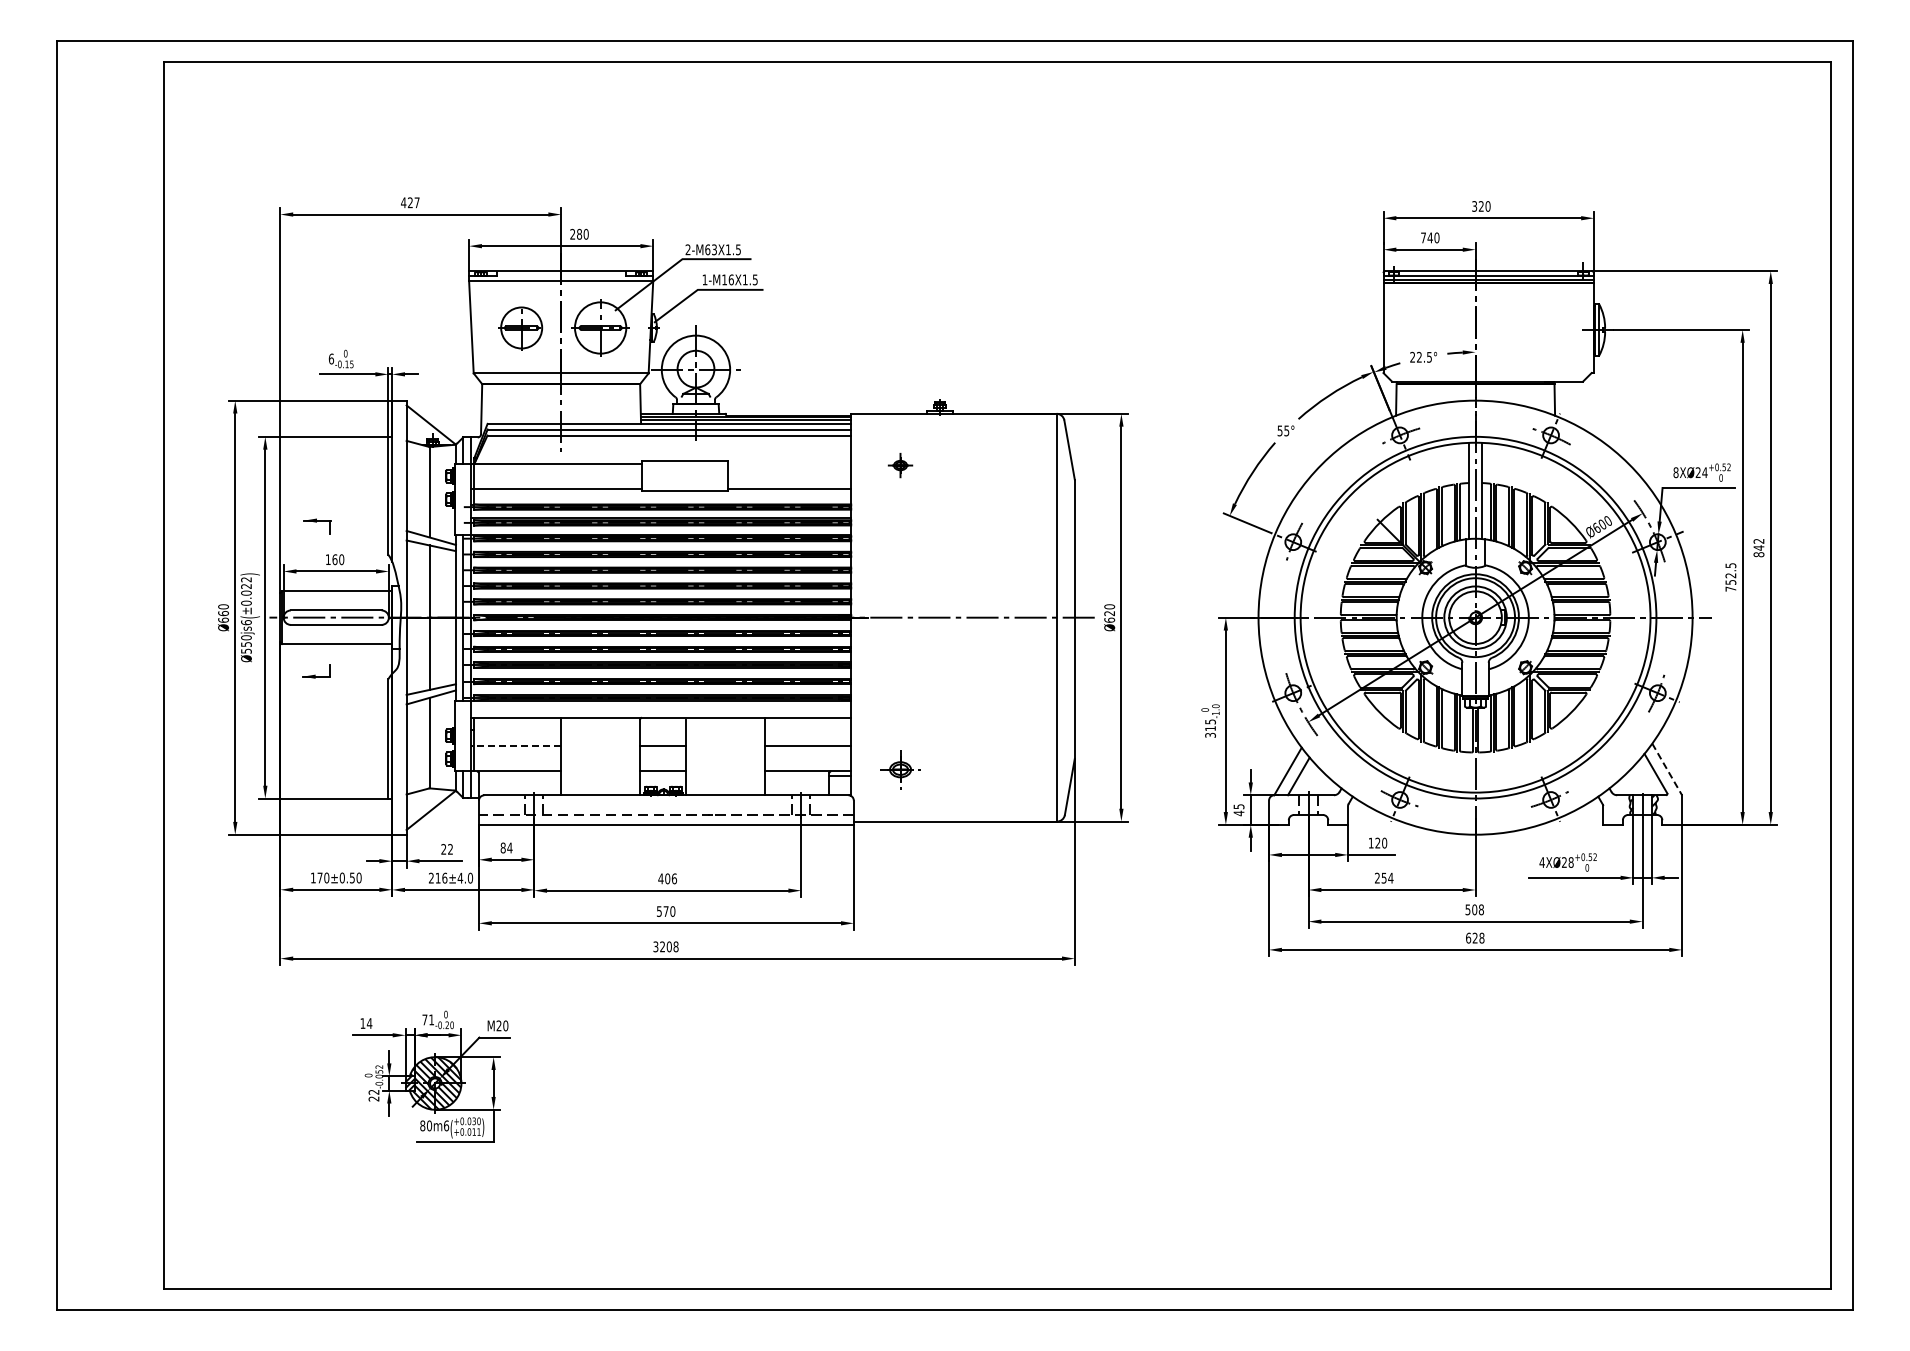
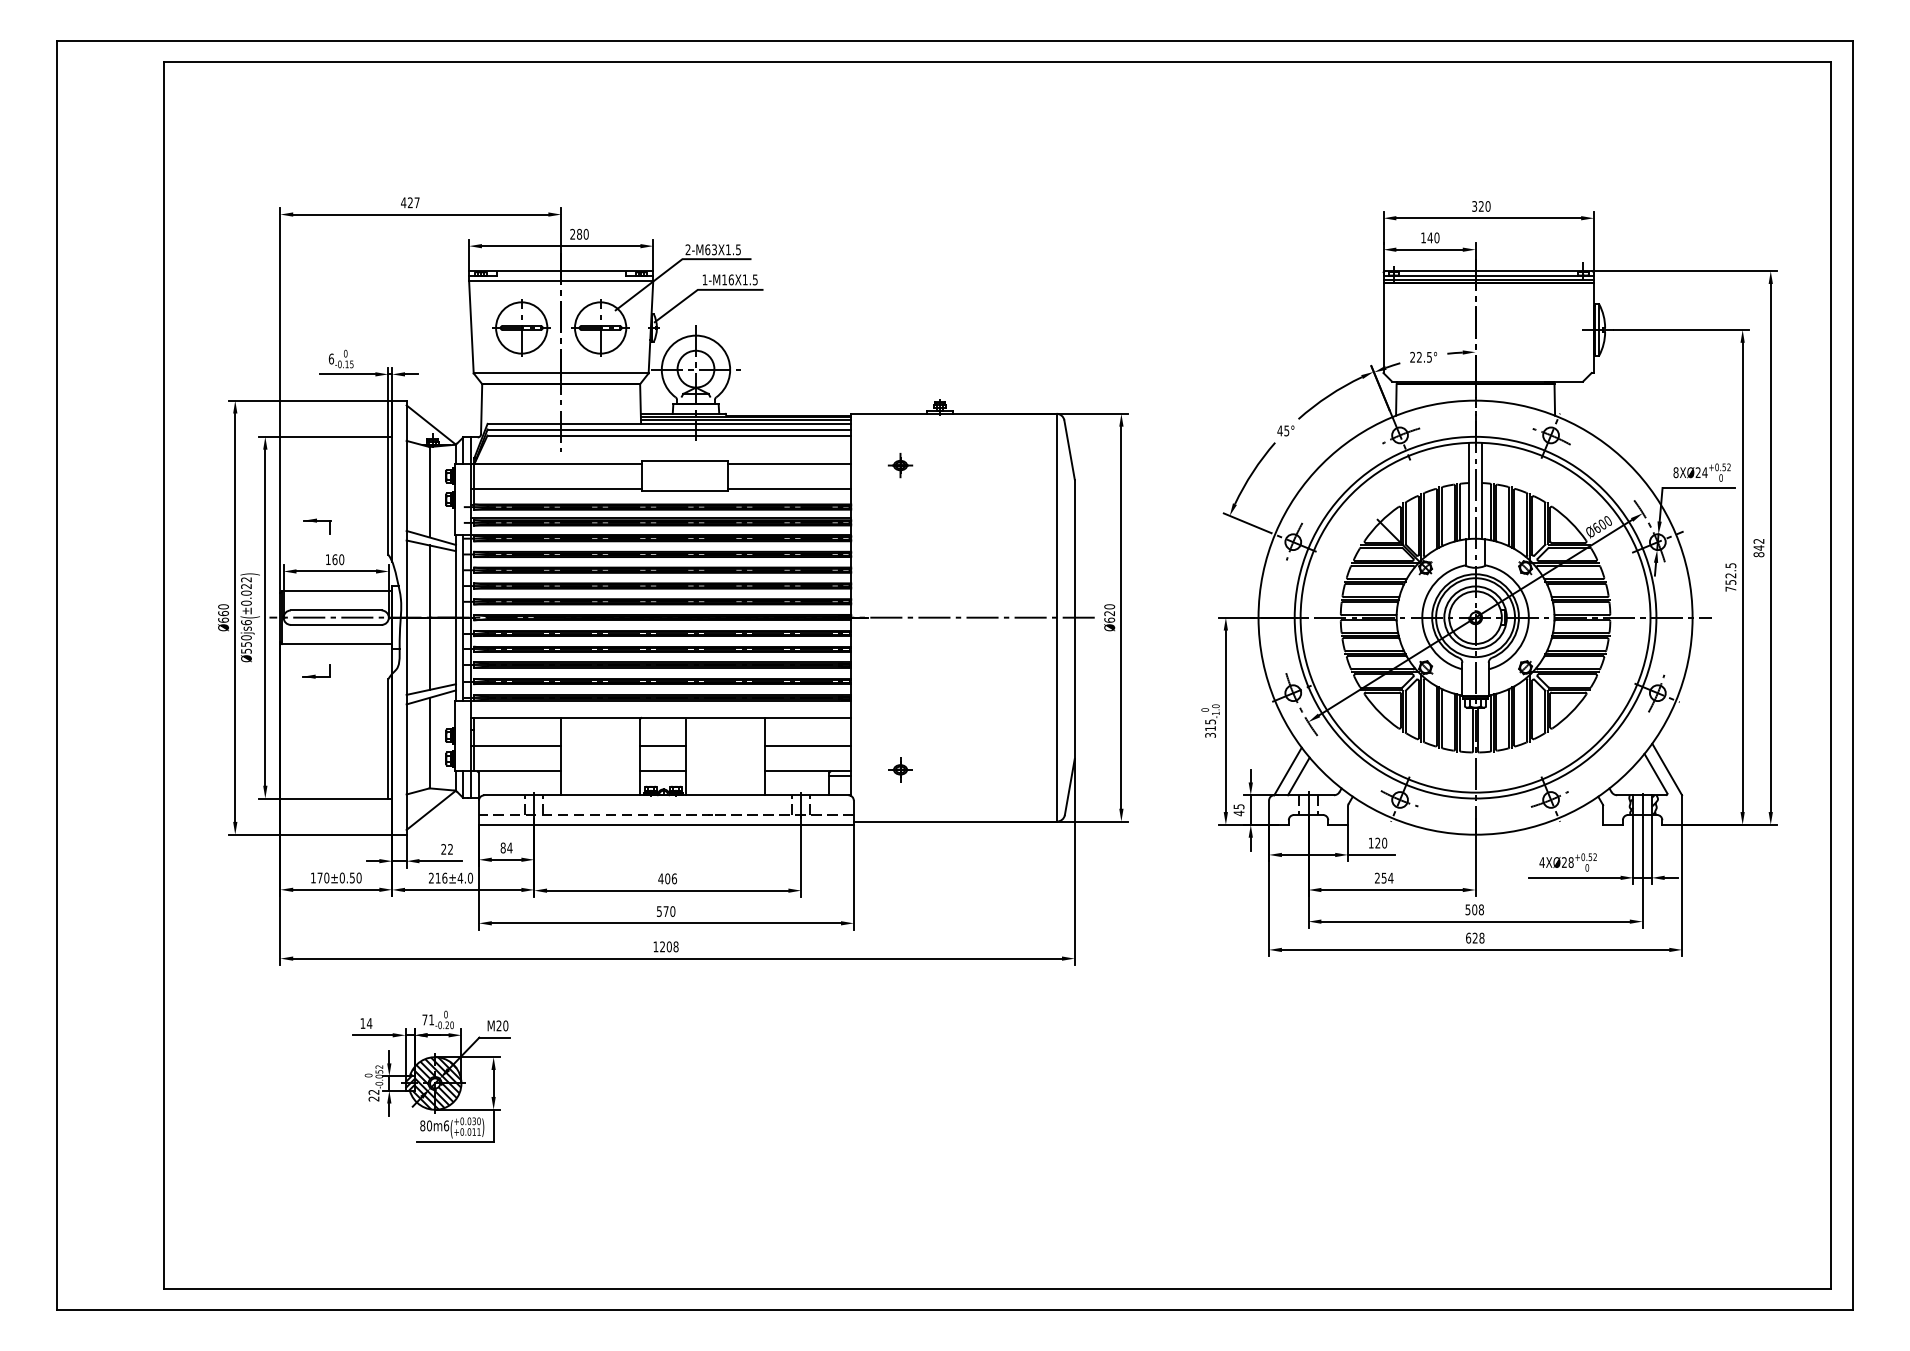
text at (1423, 237): 740 -> 140
part at (520, 328) size: 46x45 px -> 59x58 px
text at (1279, 430): 55° -> 45°
line at (789, 463): none -> present
line at (515, 745): dashed -> solid
part at (900, 769) size: 41x40 px -> 25x26 px
line at (1667, 769): dashed -> solid
text at (655, 946): 3208 -> 1208
